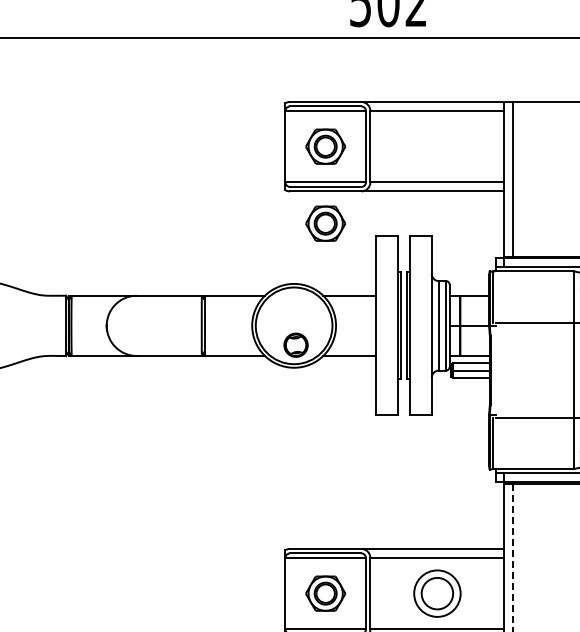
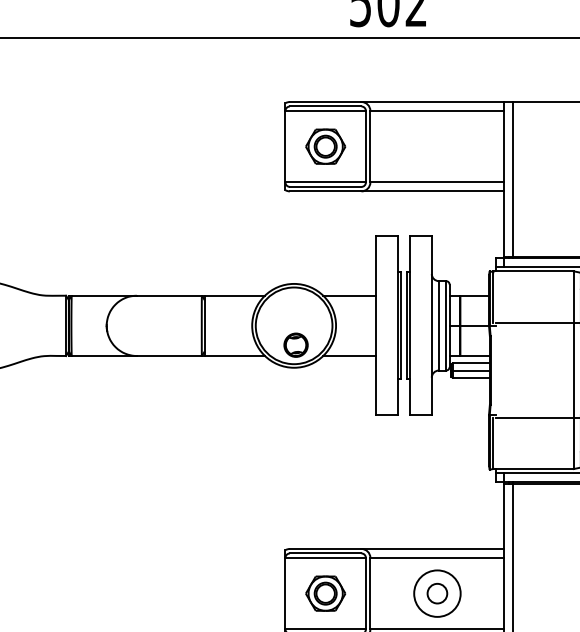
part at (325, 223): present -> none
line at (513, 557): dashed -> solid
circle at (437, 593) diameter: 31 px -> 20 px
